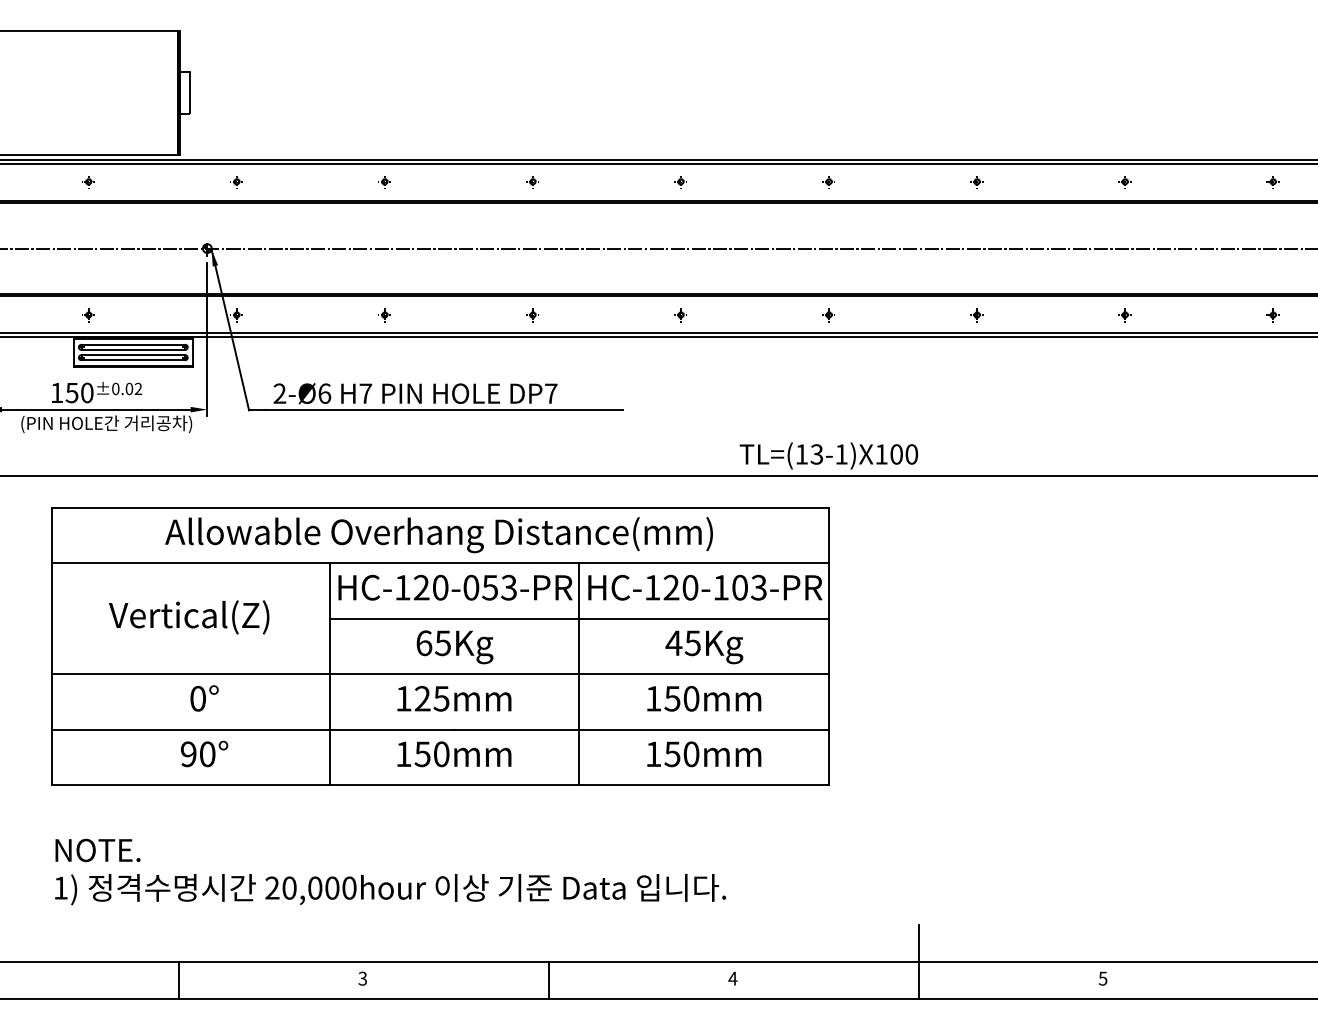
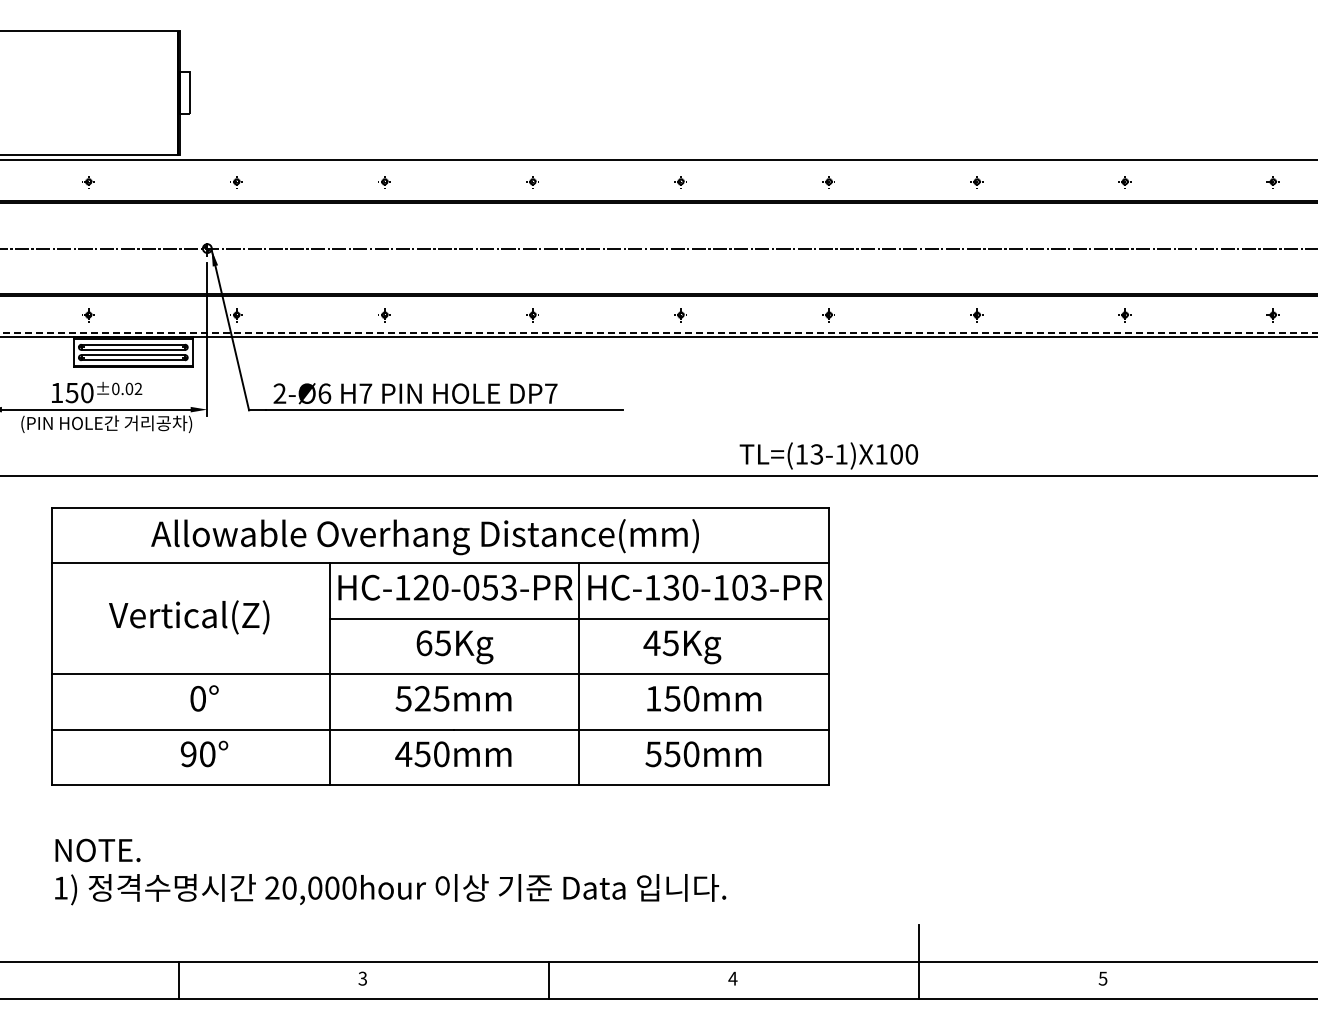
line at (658, 164): present -> none
line at (658, 332): solid -> dashed
text at (438, 535) position: (438, 535) -> (424, 537)
text at (671, 587): HC-120-103-PR -> HC-130-103-PR
text at (704, 647) position: (704, 647) -> (682, 647)
text at (403, 698): 125mm -> 525mm
text at (403, 753): 150mm -> 450mm
text at (653, 754): 150mm -> 550mm
